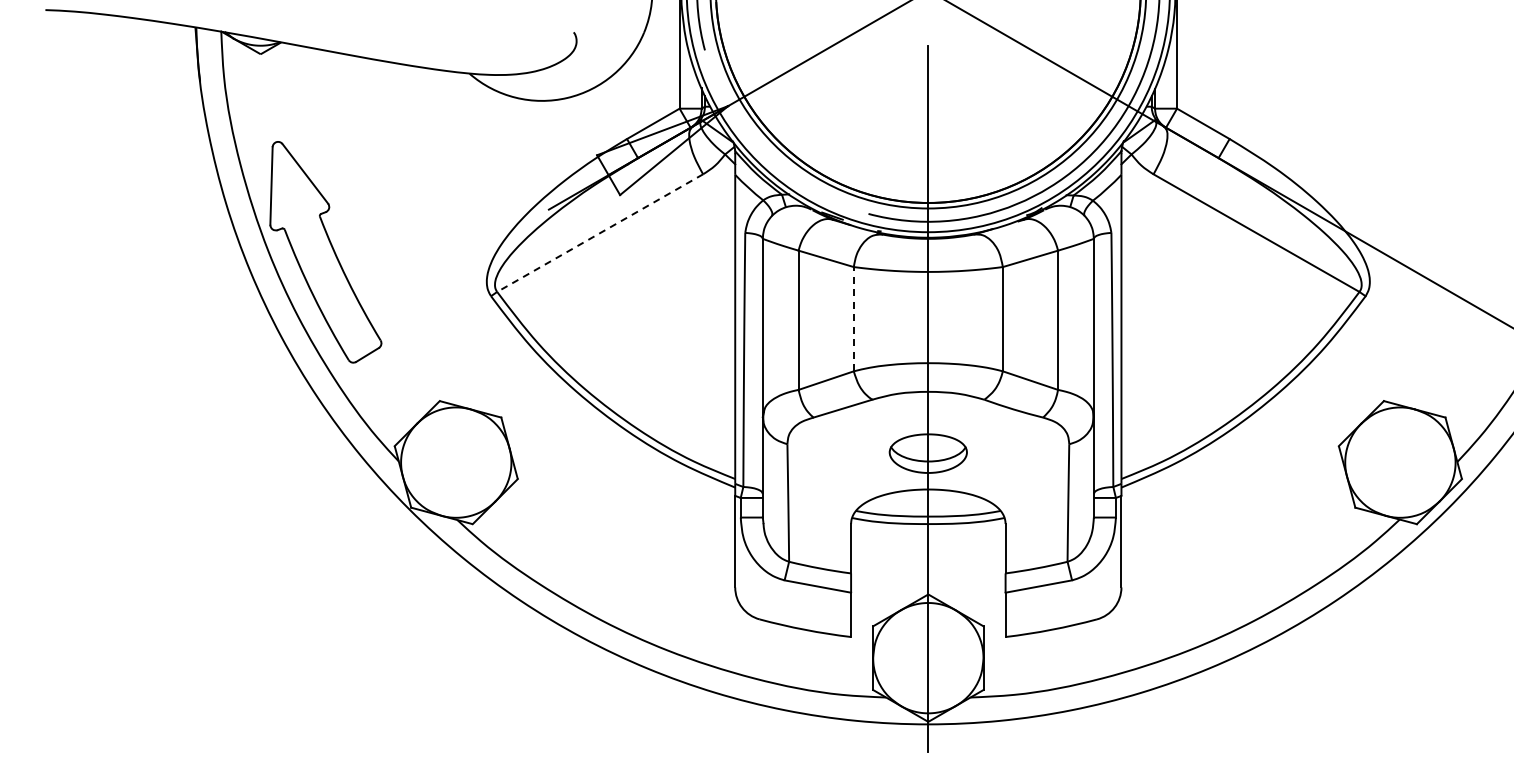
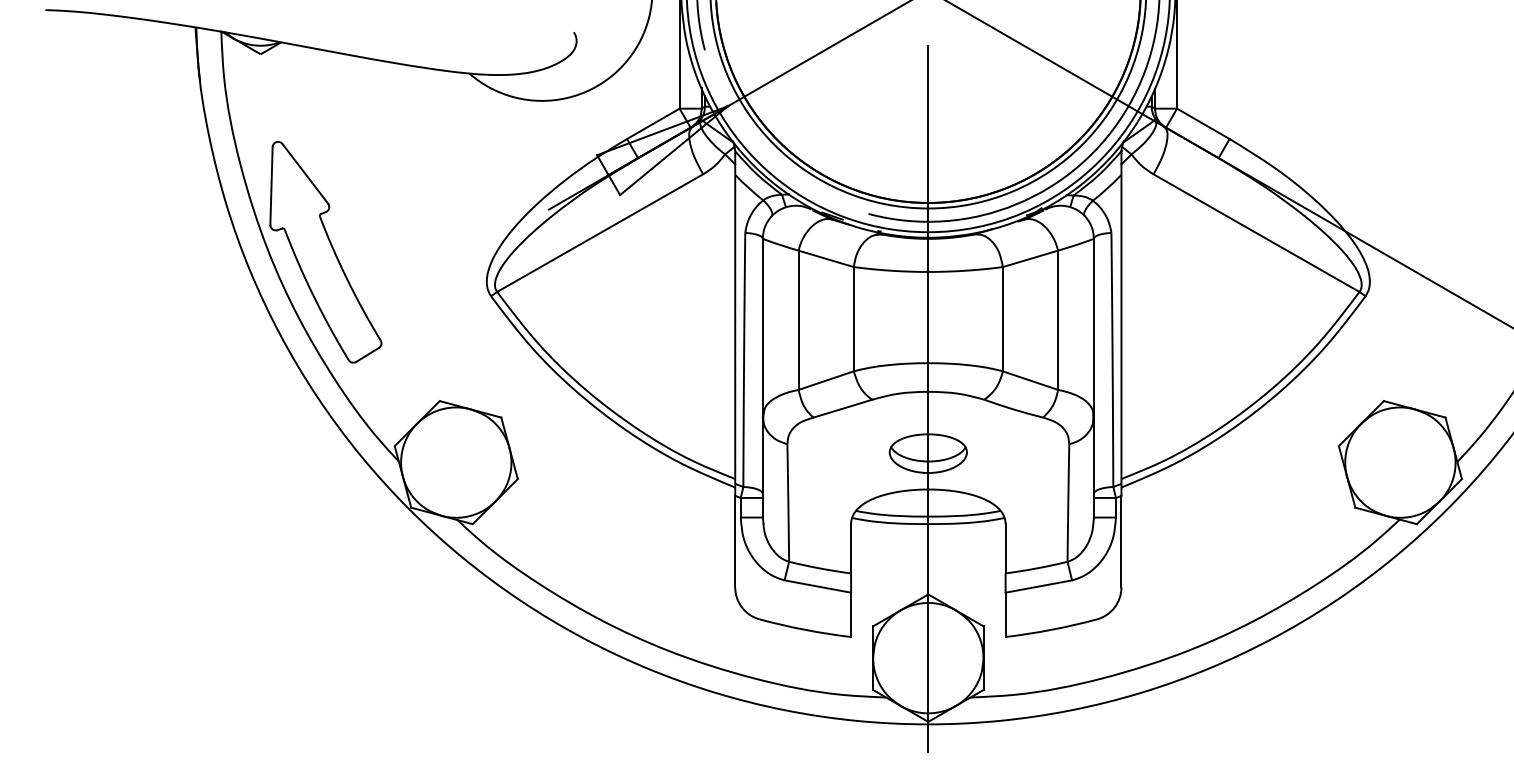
line at (600, 233): dashed -> solid
line at (853, 318): dashed -> solid
